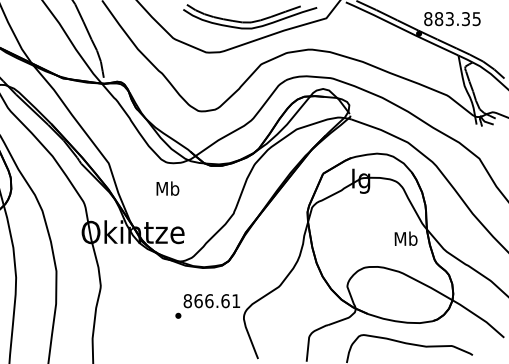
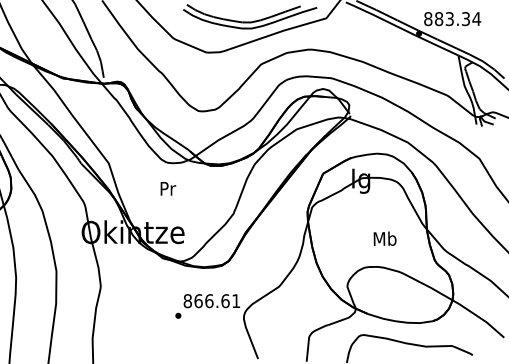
text at (476, 19): 883.35 -> 883.34
text at (167, 188): Mb -> Pr
text at (405, 238) position: (405, 238) -> (384, 238)
